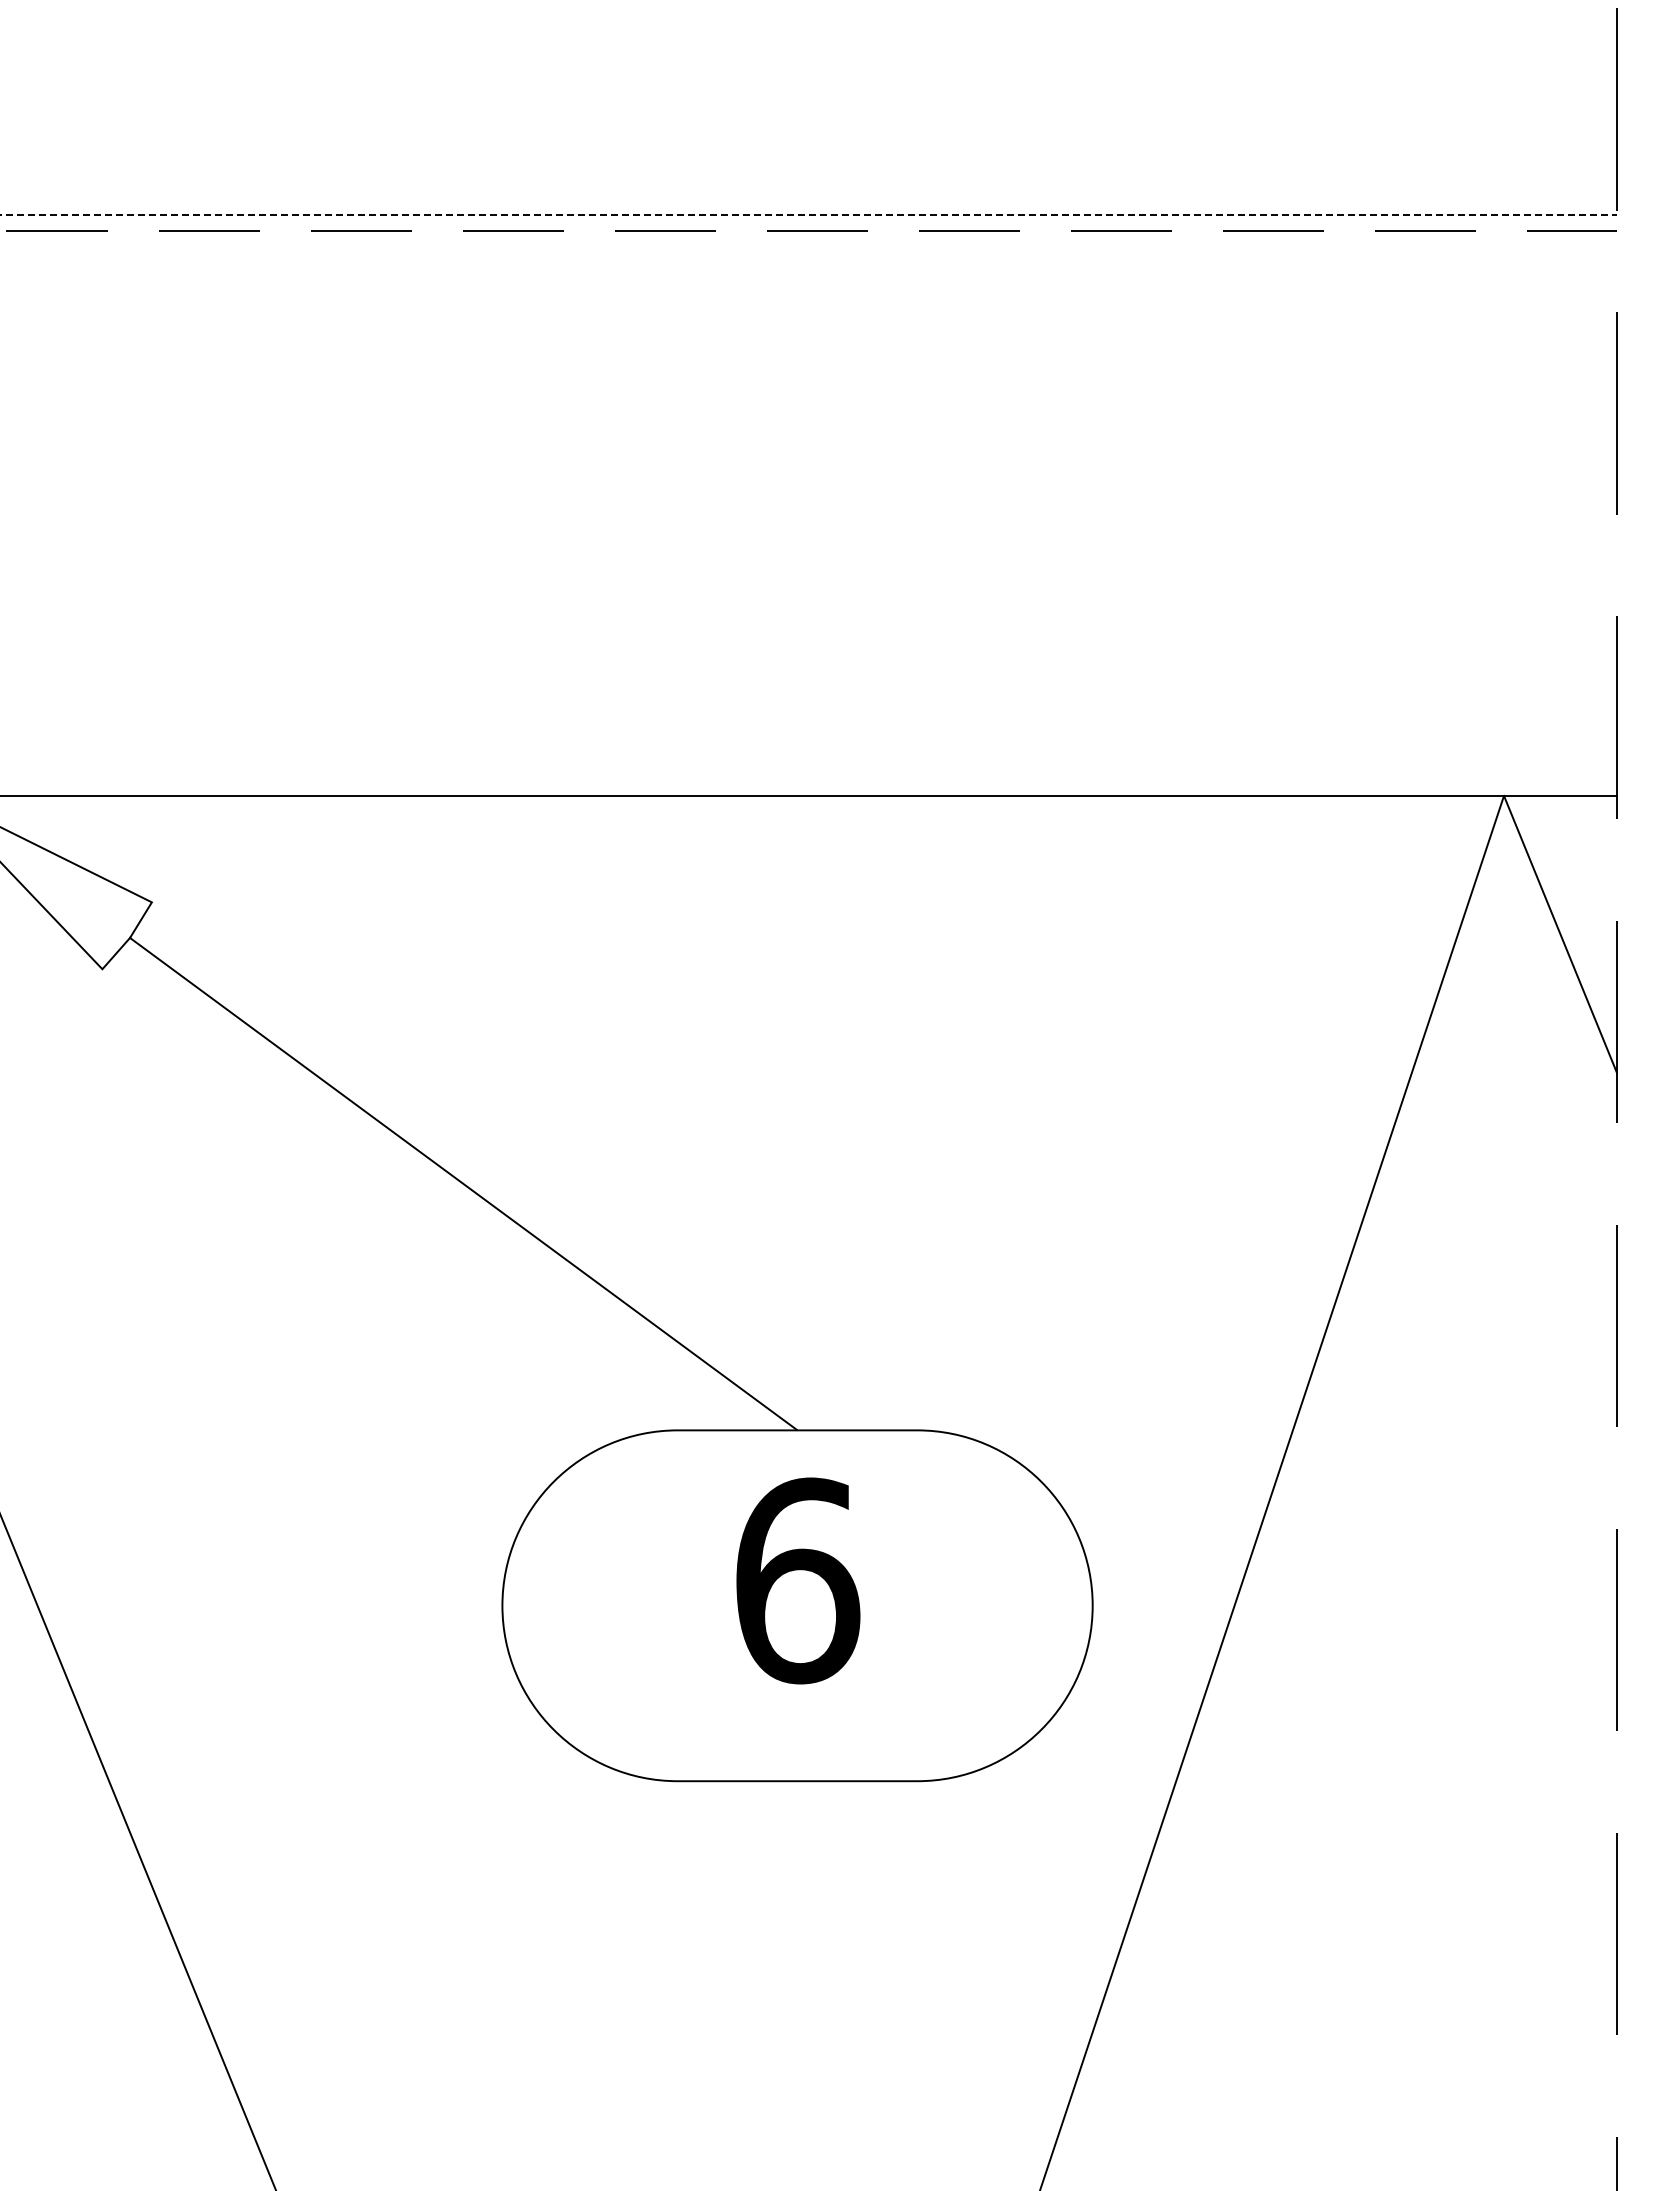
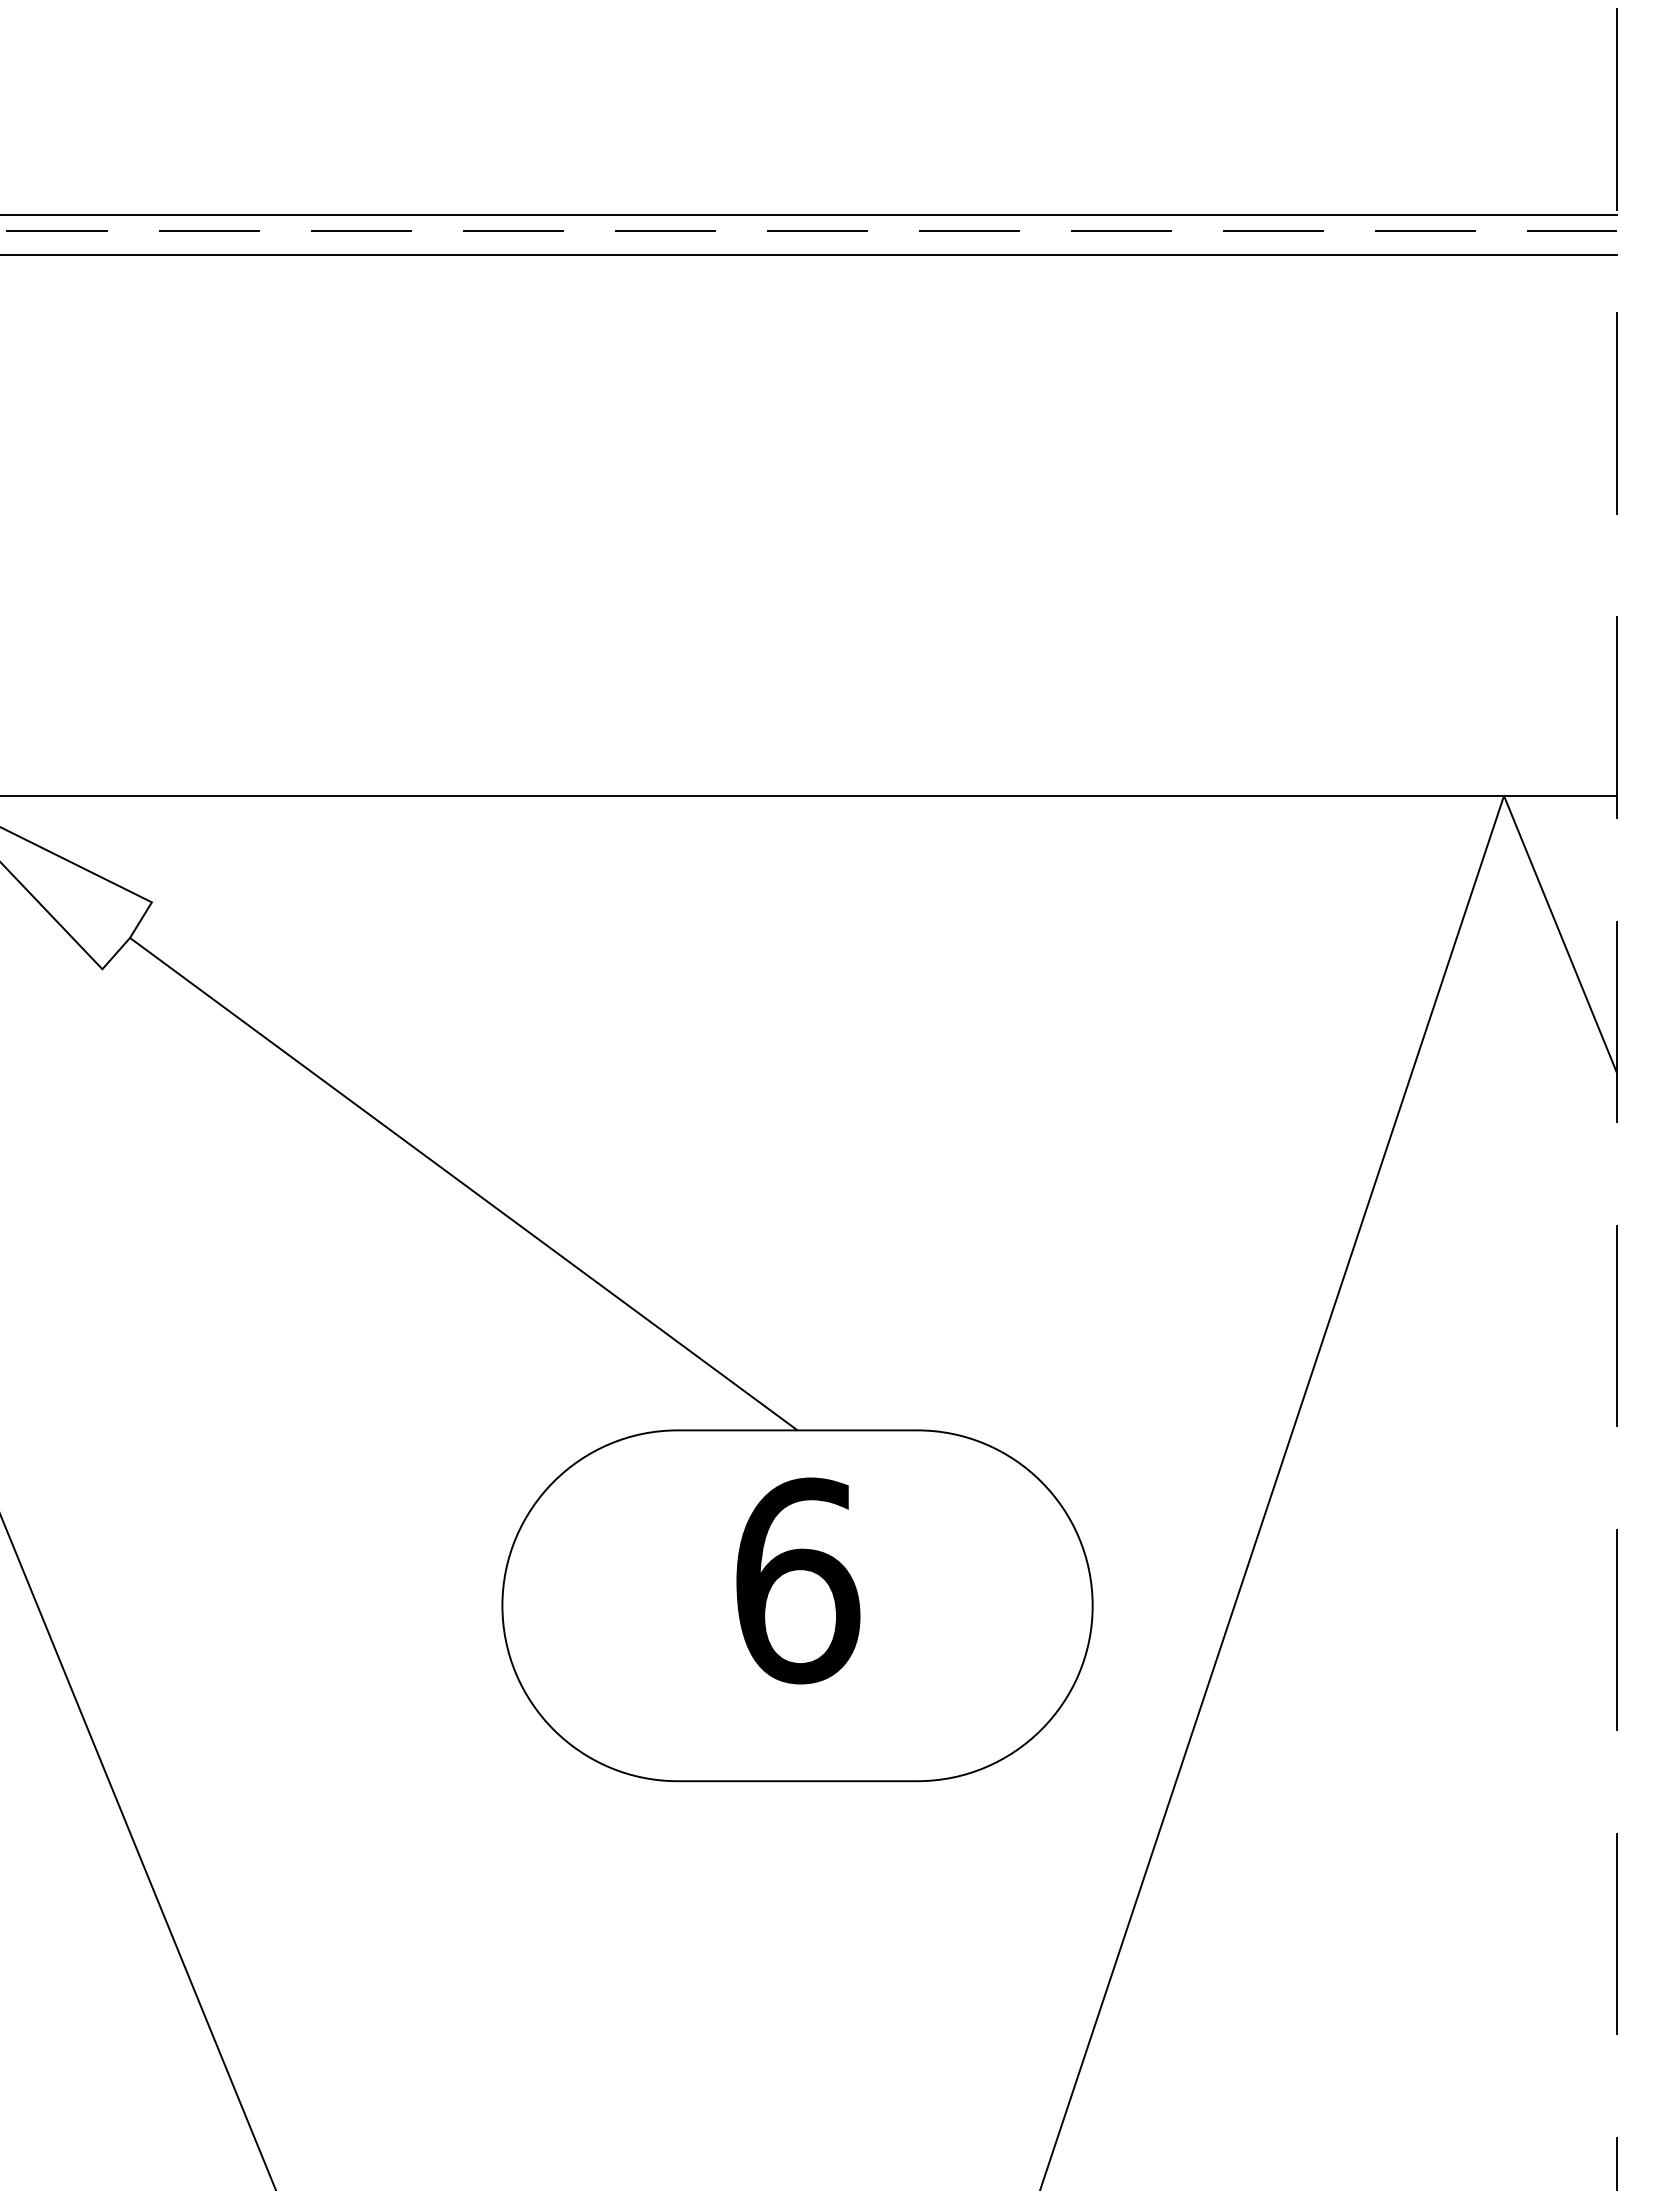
line at (809, 215): dashed -> solid
line at (809, 255): none -> present
